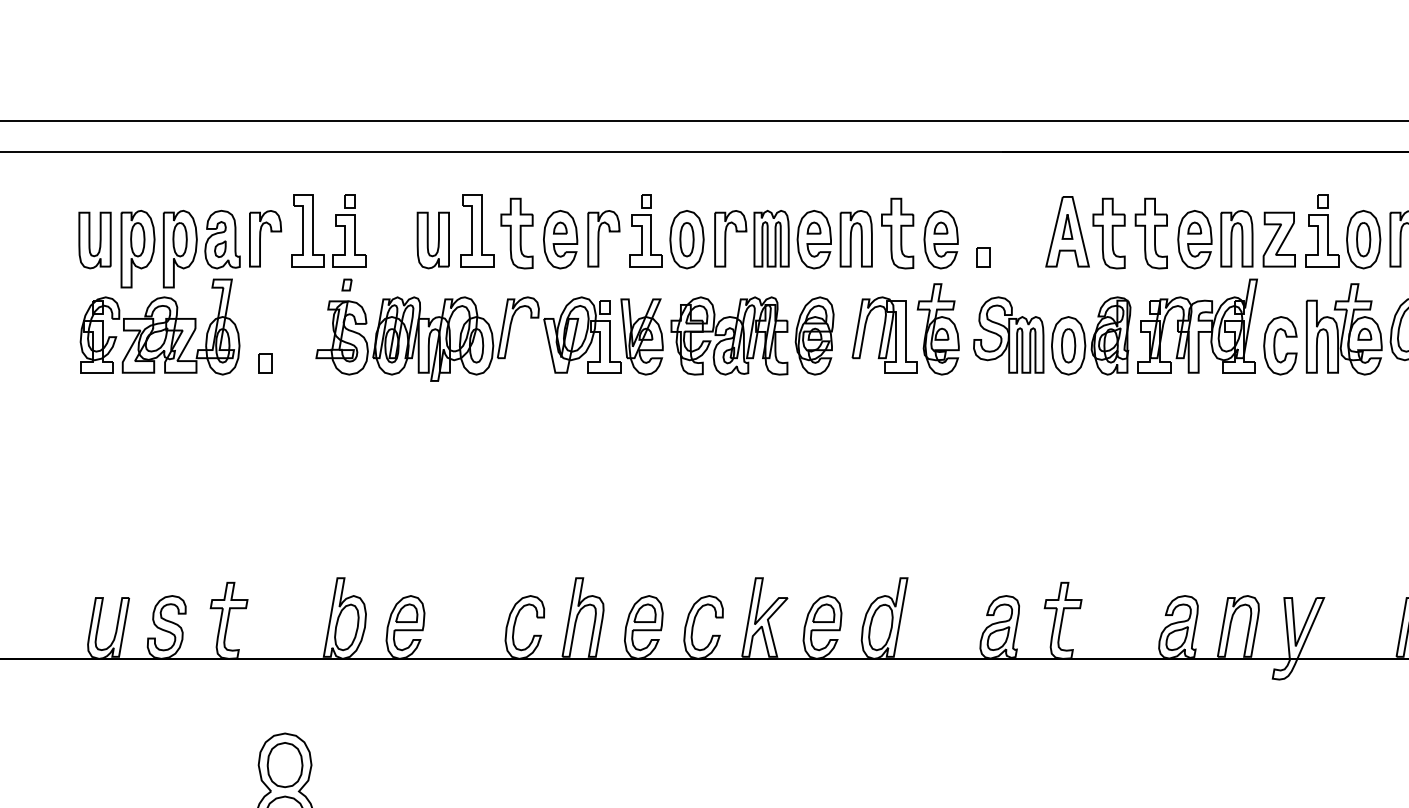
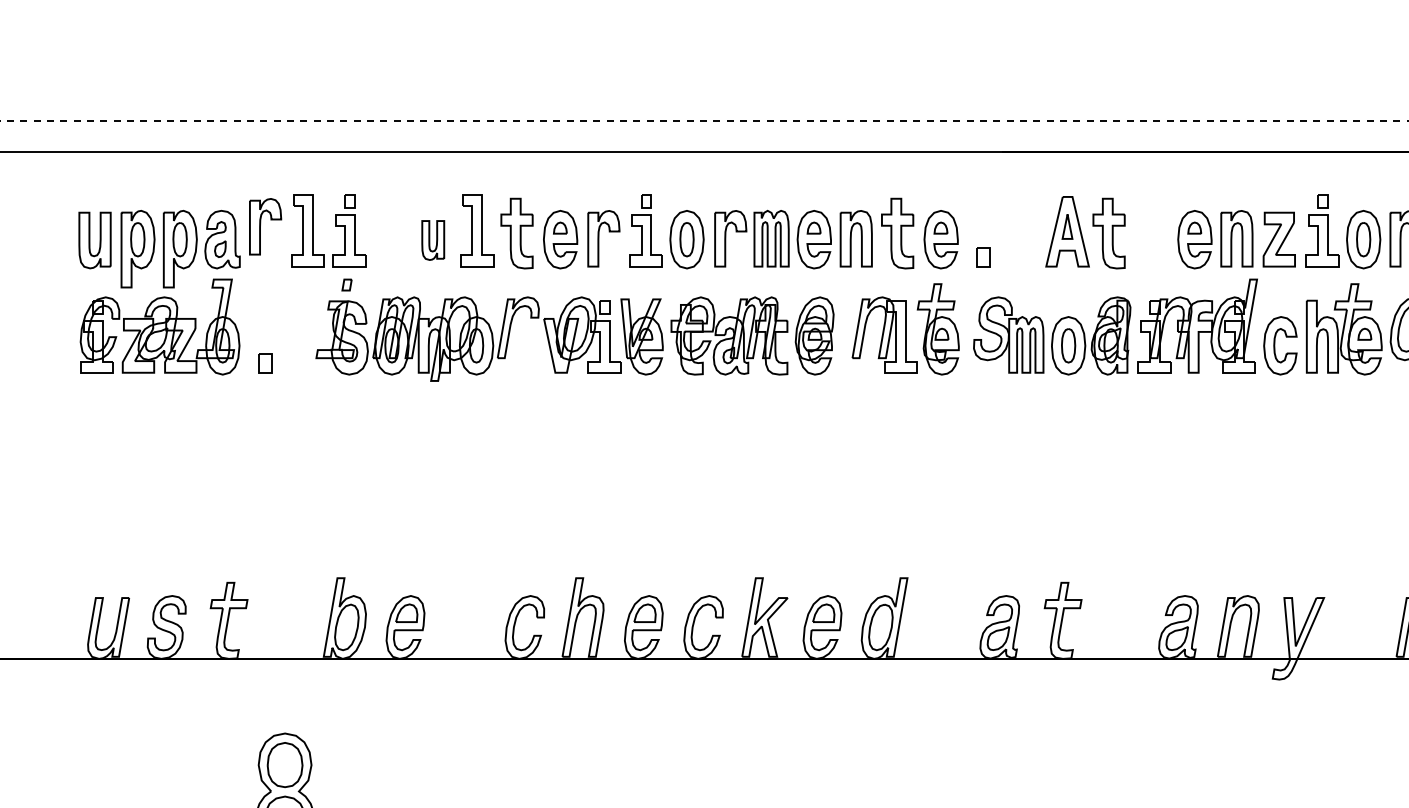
line at (704, 120): solid -> dashed
part at (1150, 233): present -> none
part at (265, 238) position: (265, 238) -> (265, 226)
part at (432, 240) size: 34x59 px -> 25x41 px
